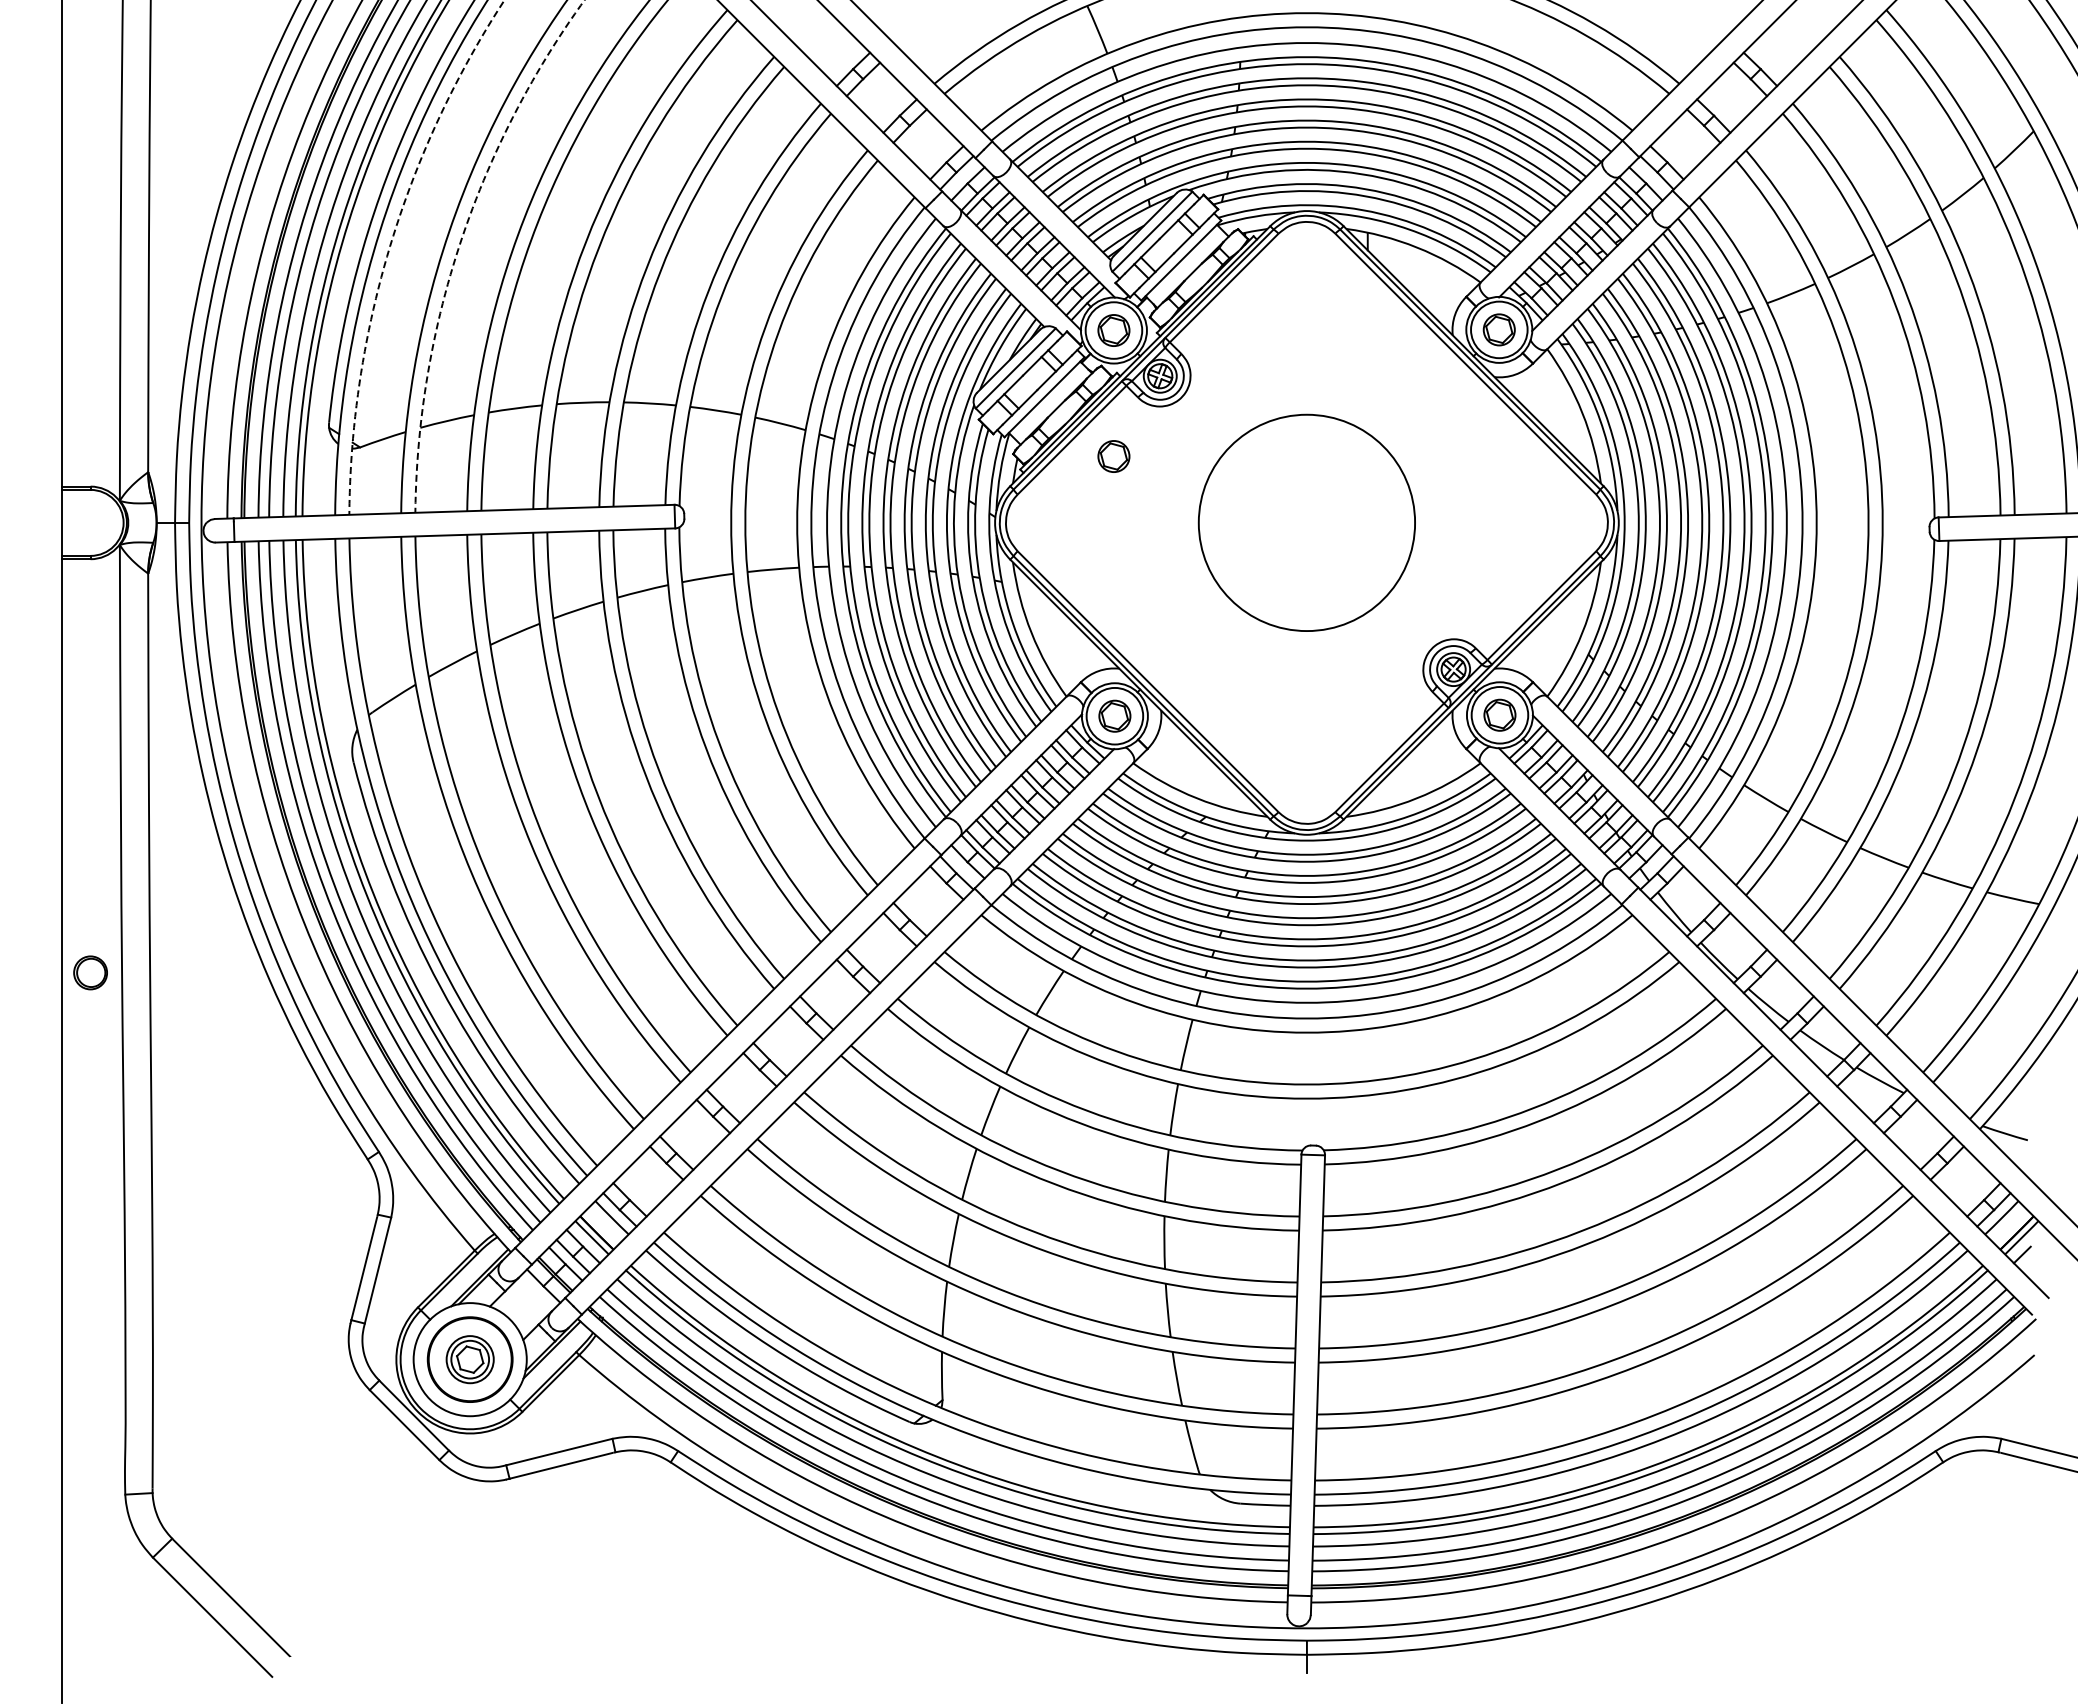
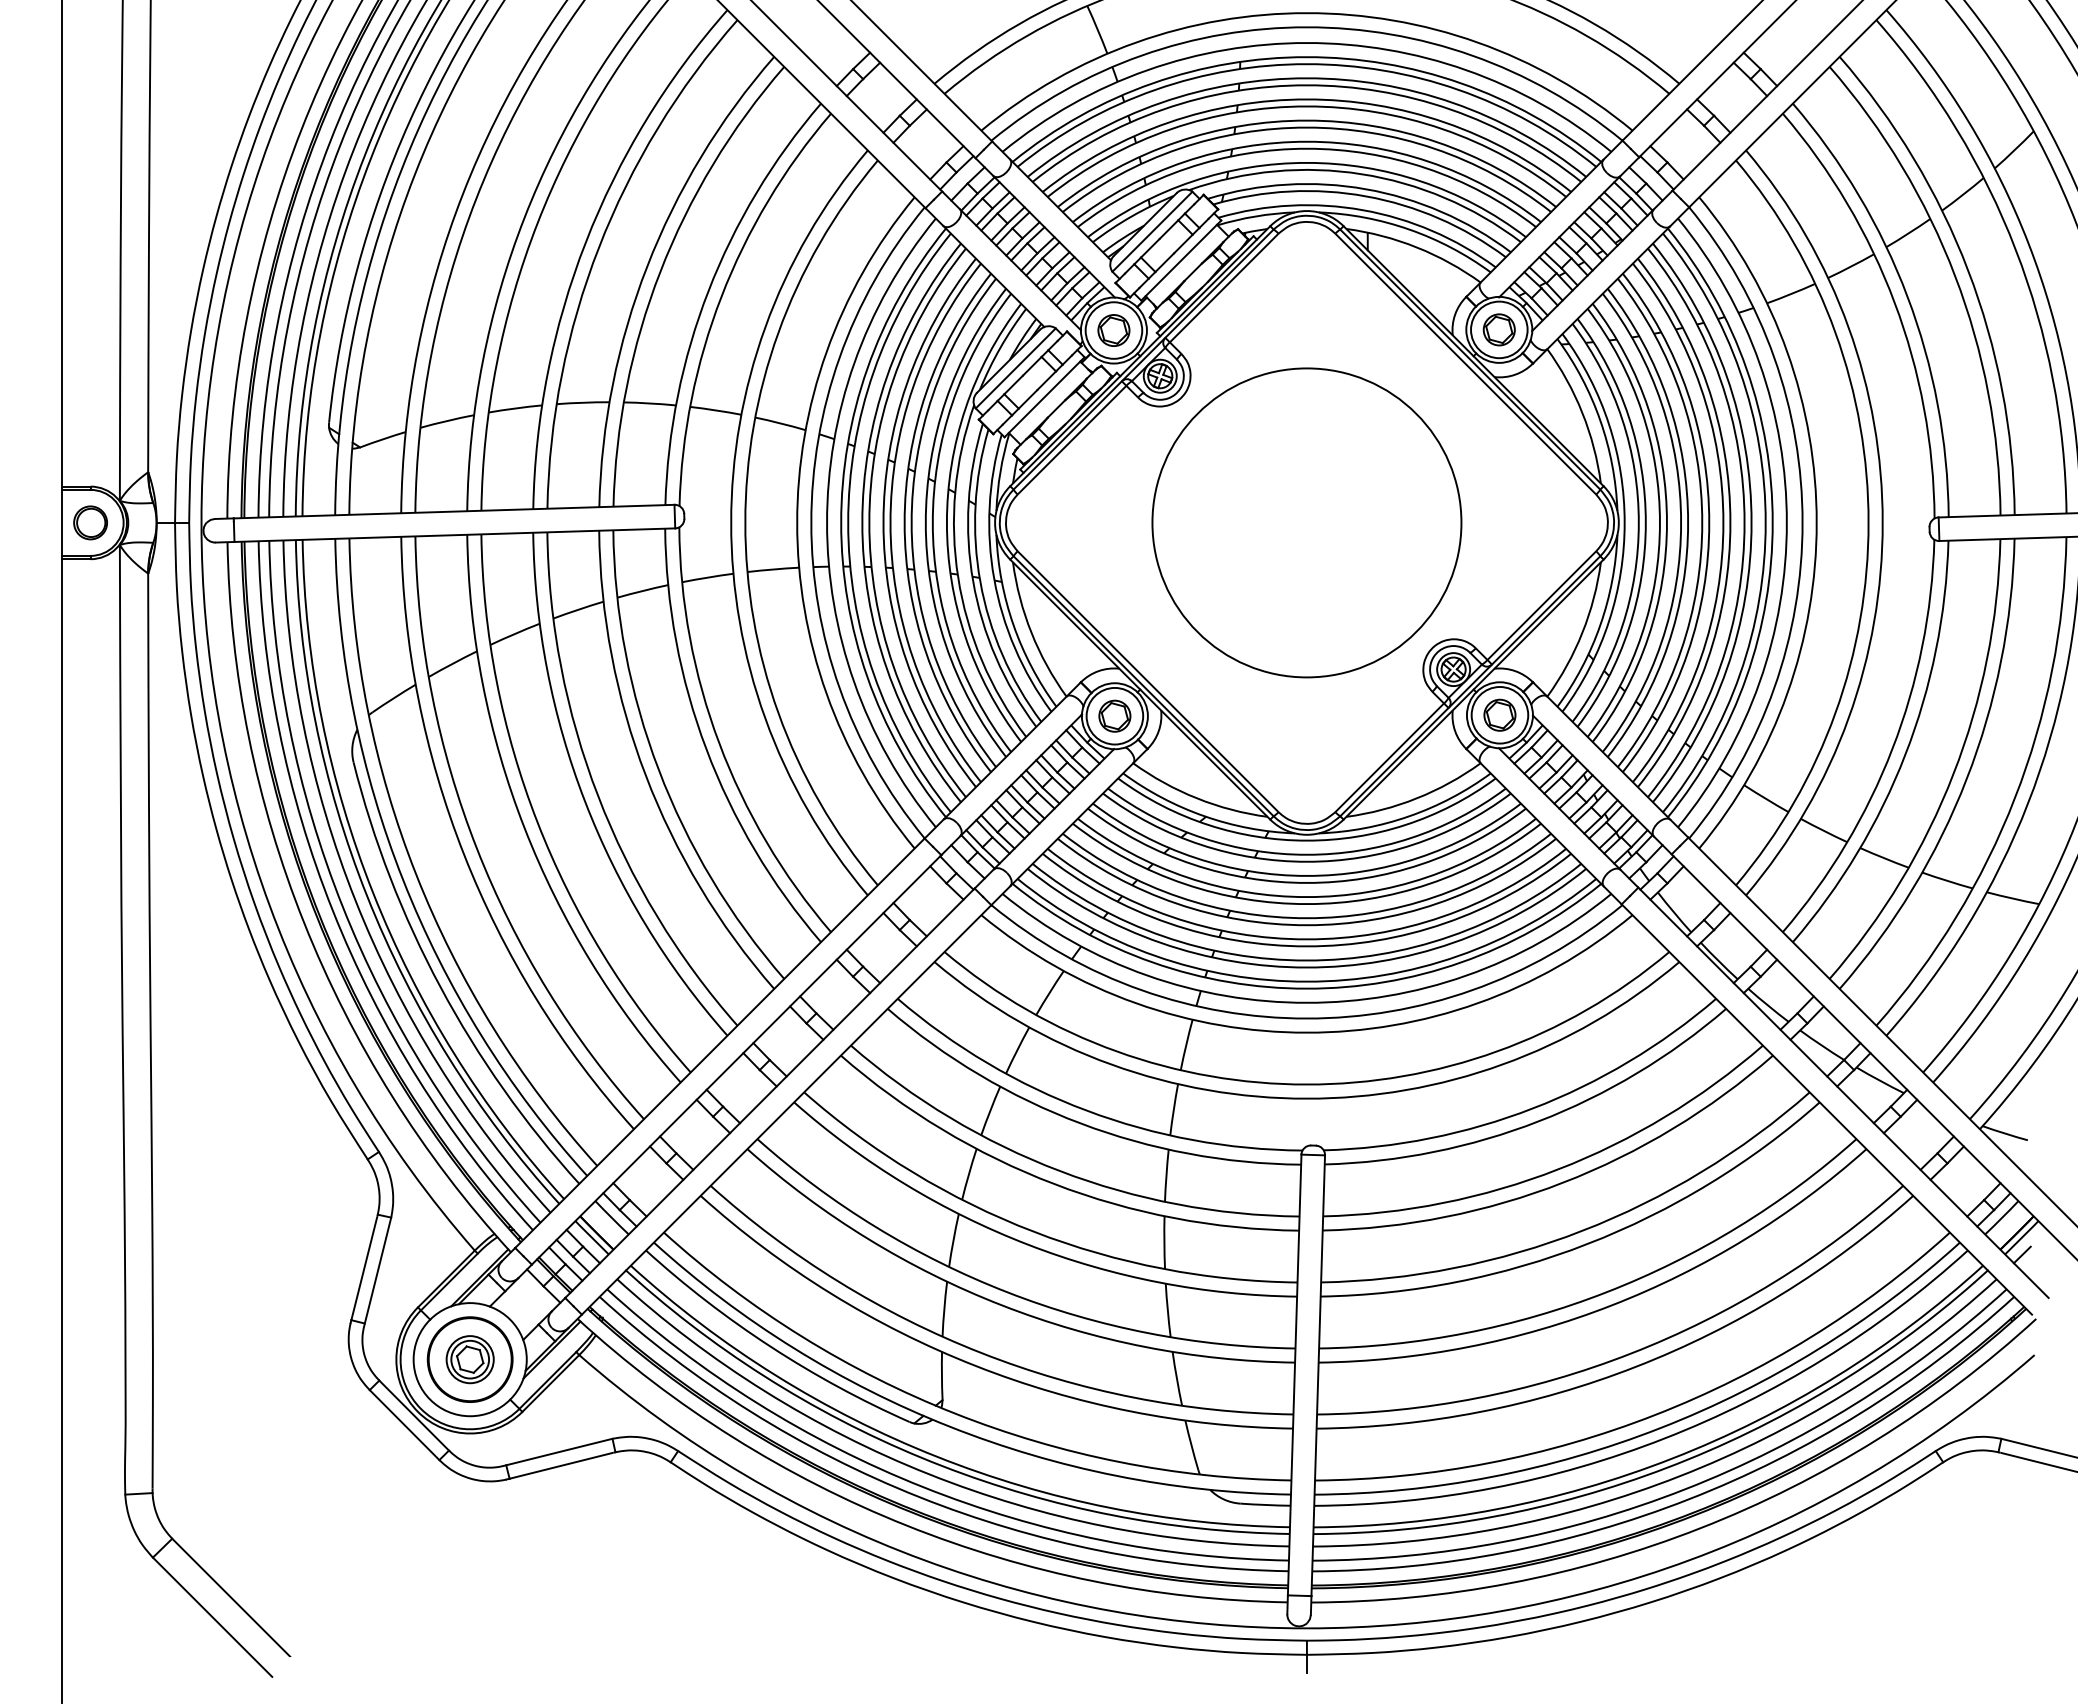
arc at (460, 244): dashed -> solid
arc at (390, 245): dashed -> solid
part at (1113, 456): present -> none
circle at (1306, 522) diameter: 216 px -> 309 px
part at (90, 972) position: (90, 972) -> (90, 522)
